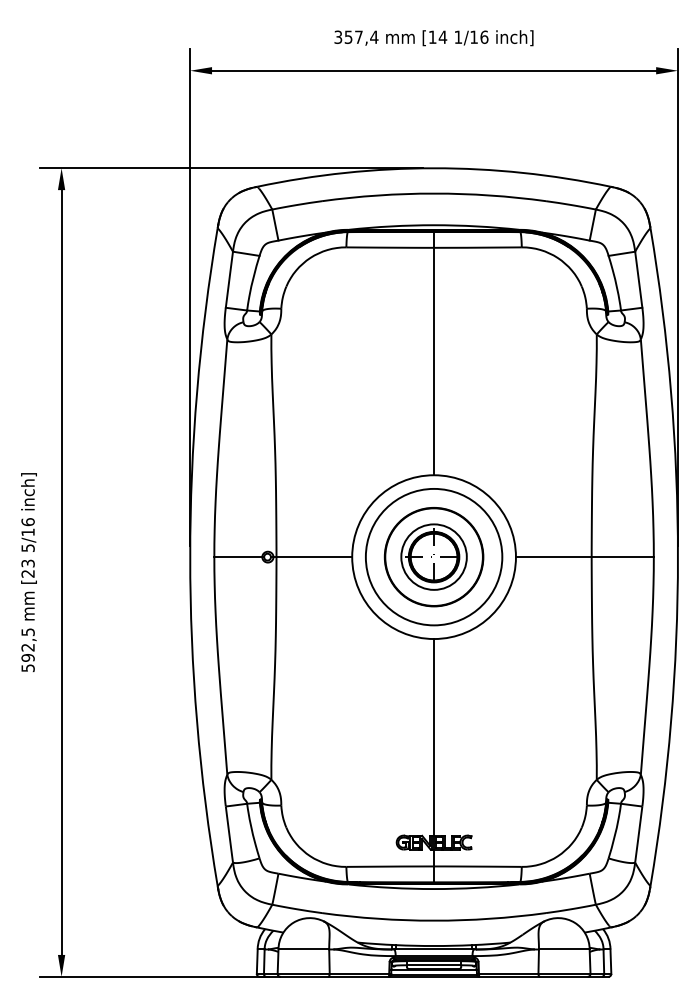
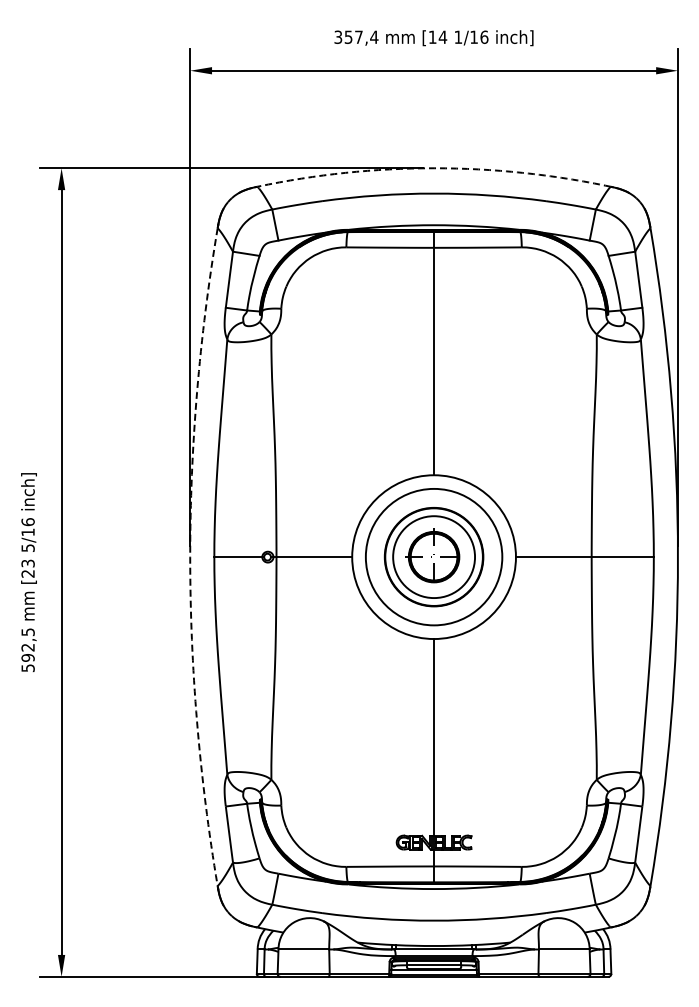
arc at (434, 168): solid -> dashed
circle at (433, 556) diameter: 66 px -> 82 px
arc at (190, 557): solid -> dashed
